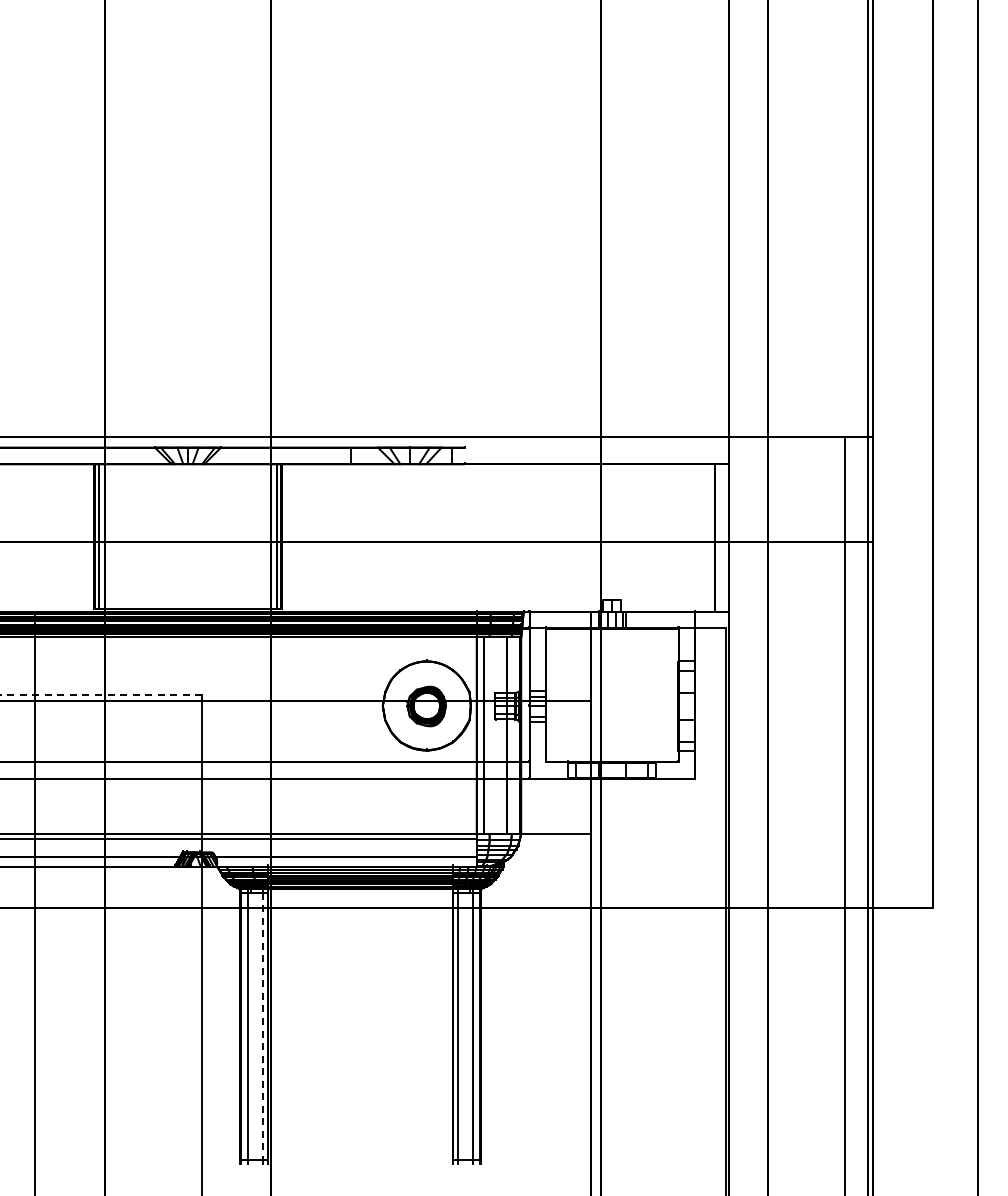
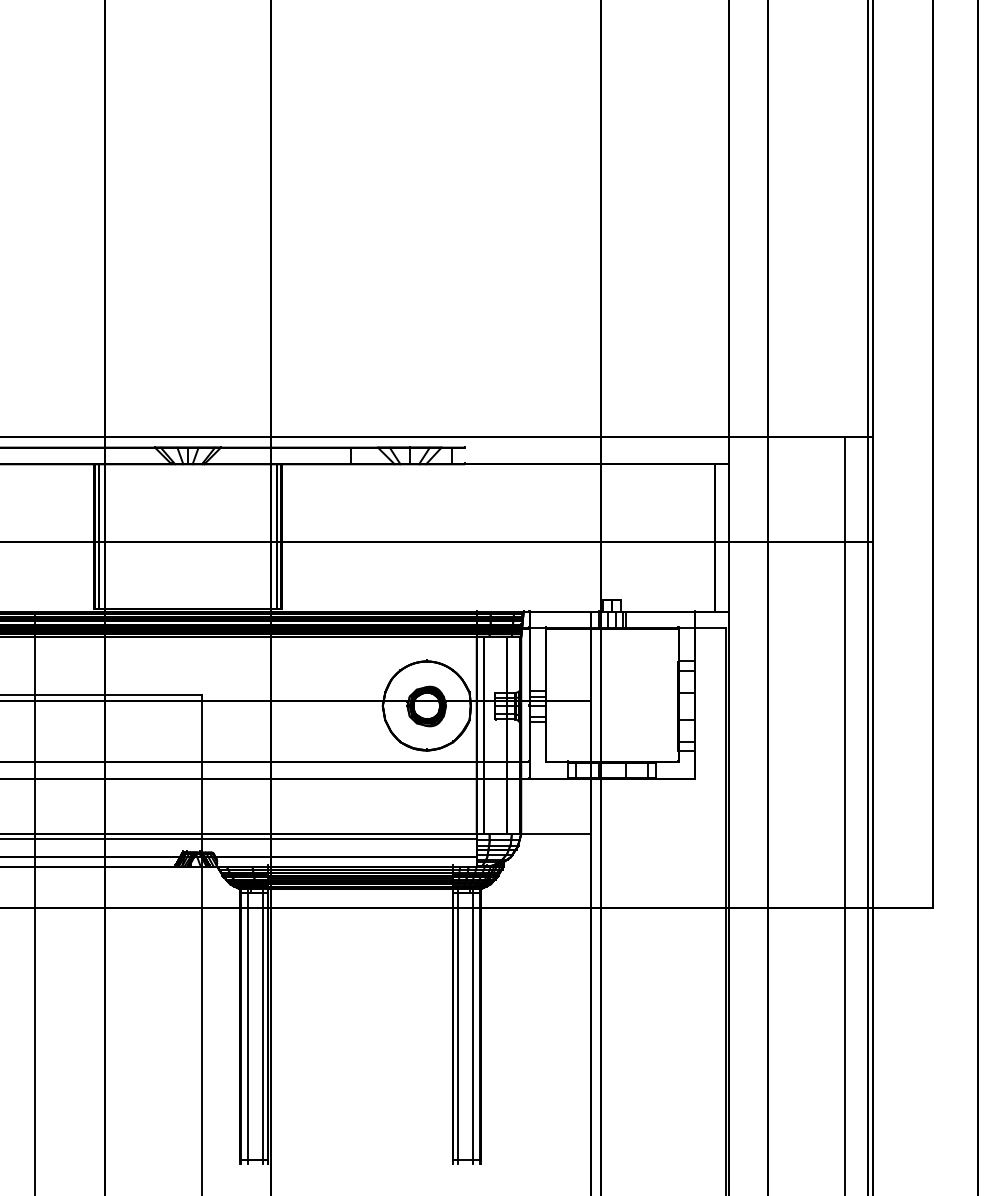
line at (101, 695): dashed -> solid
line at (263, 1026): dashed -> solid
